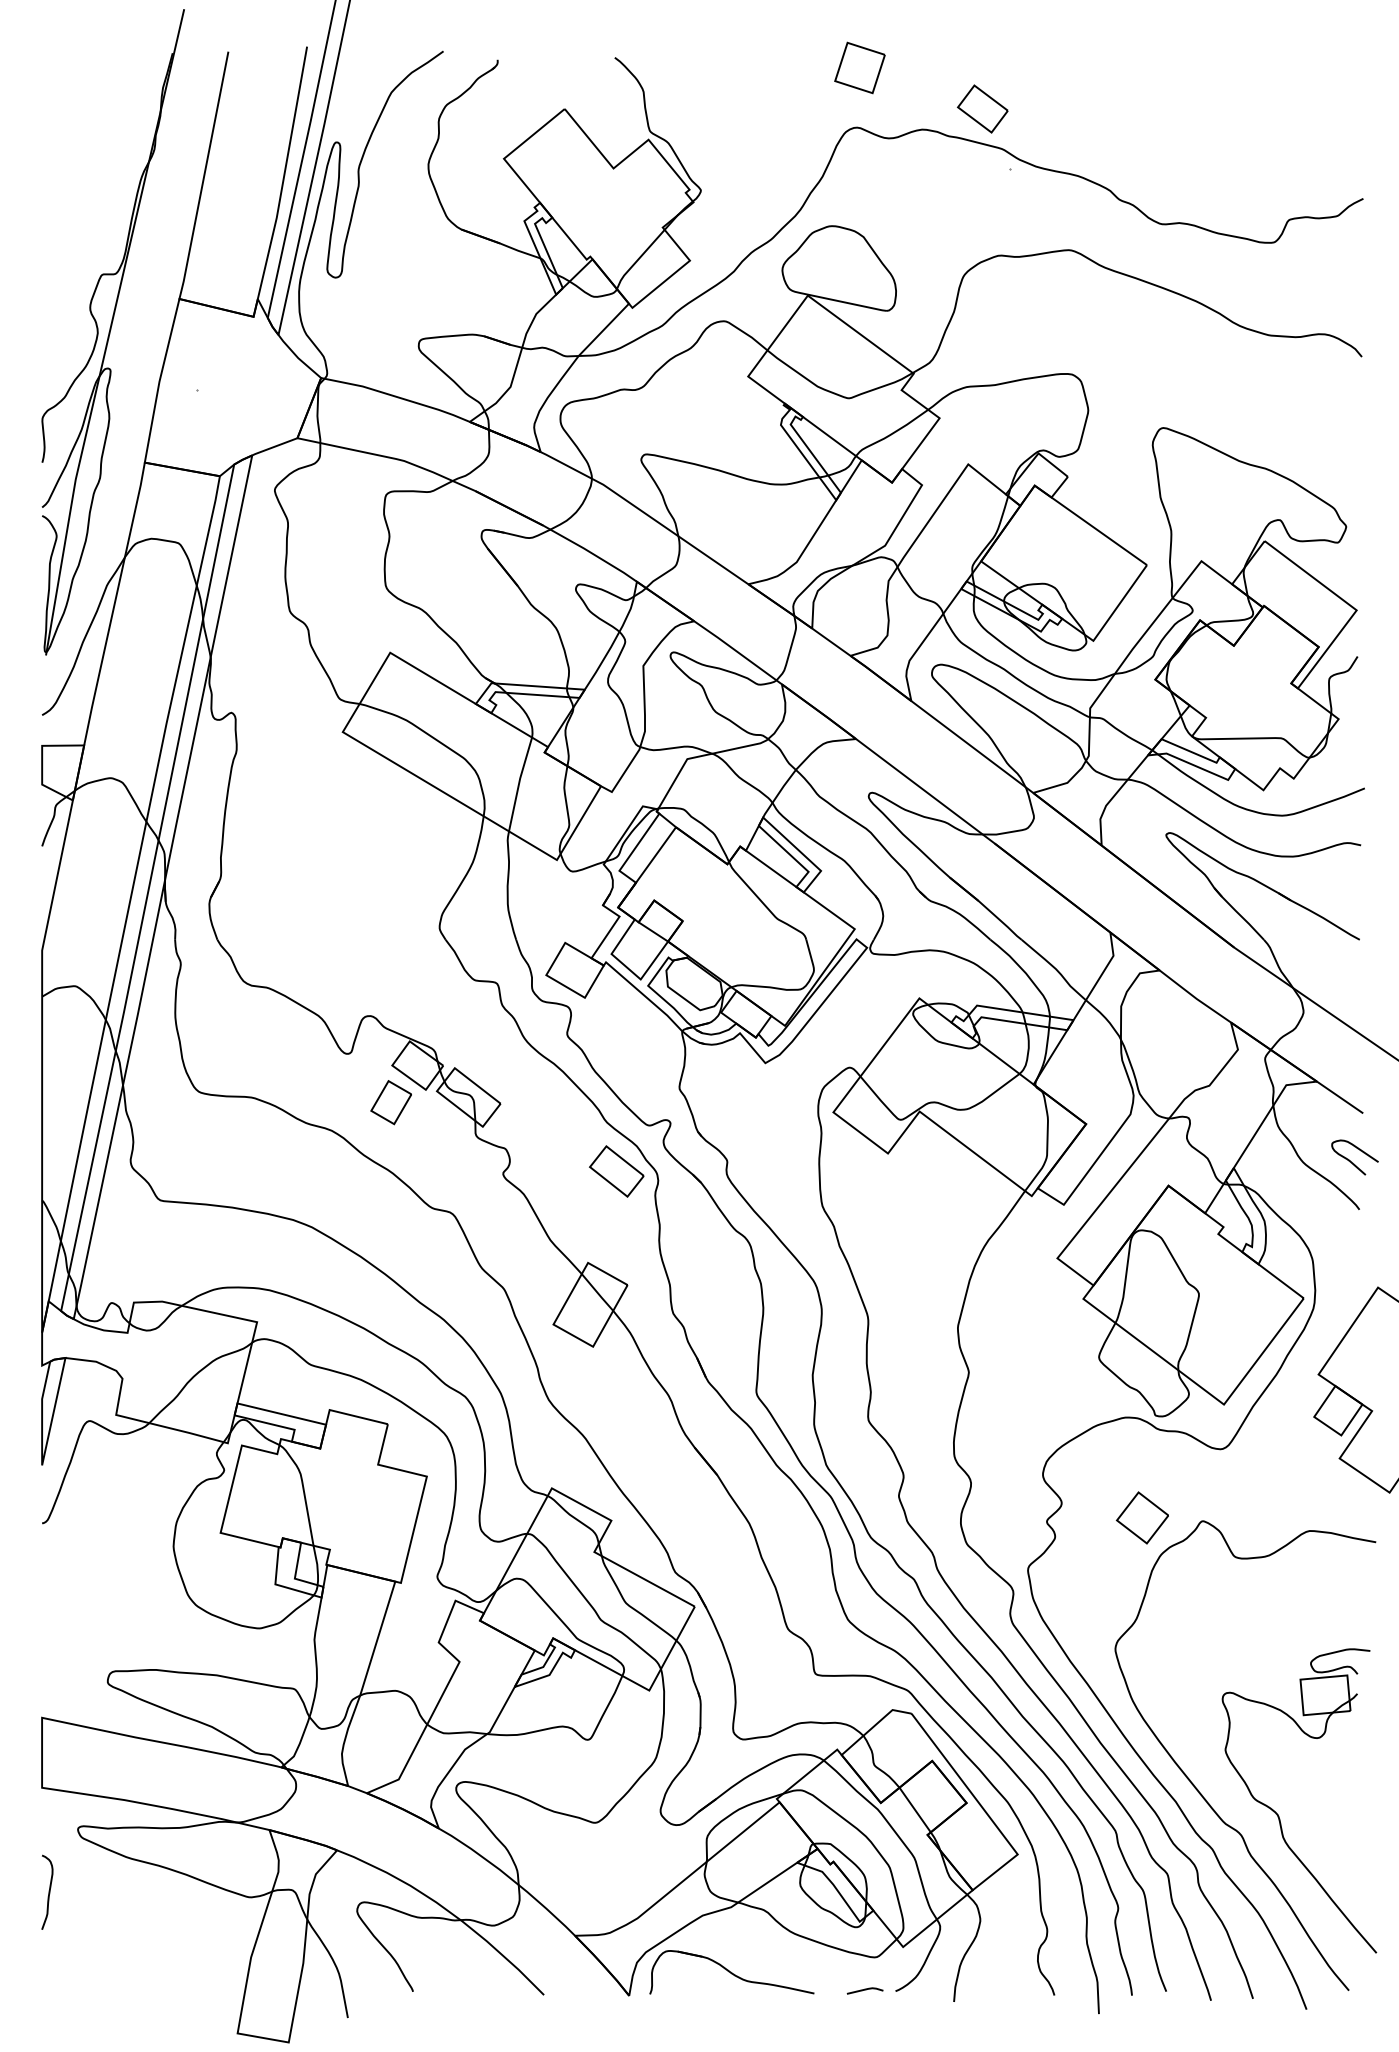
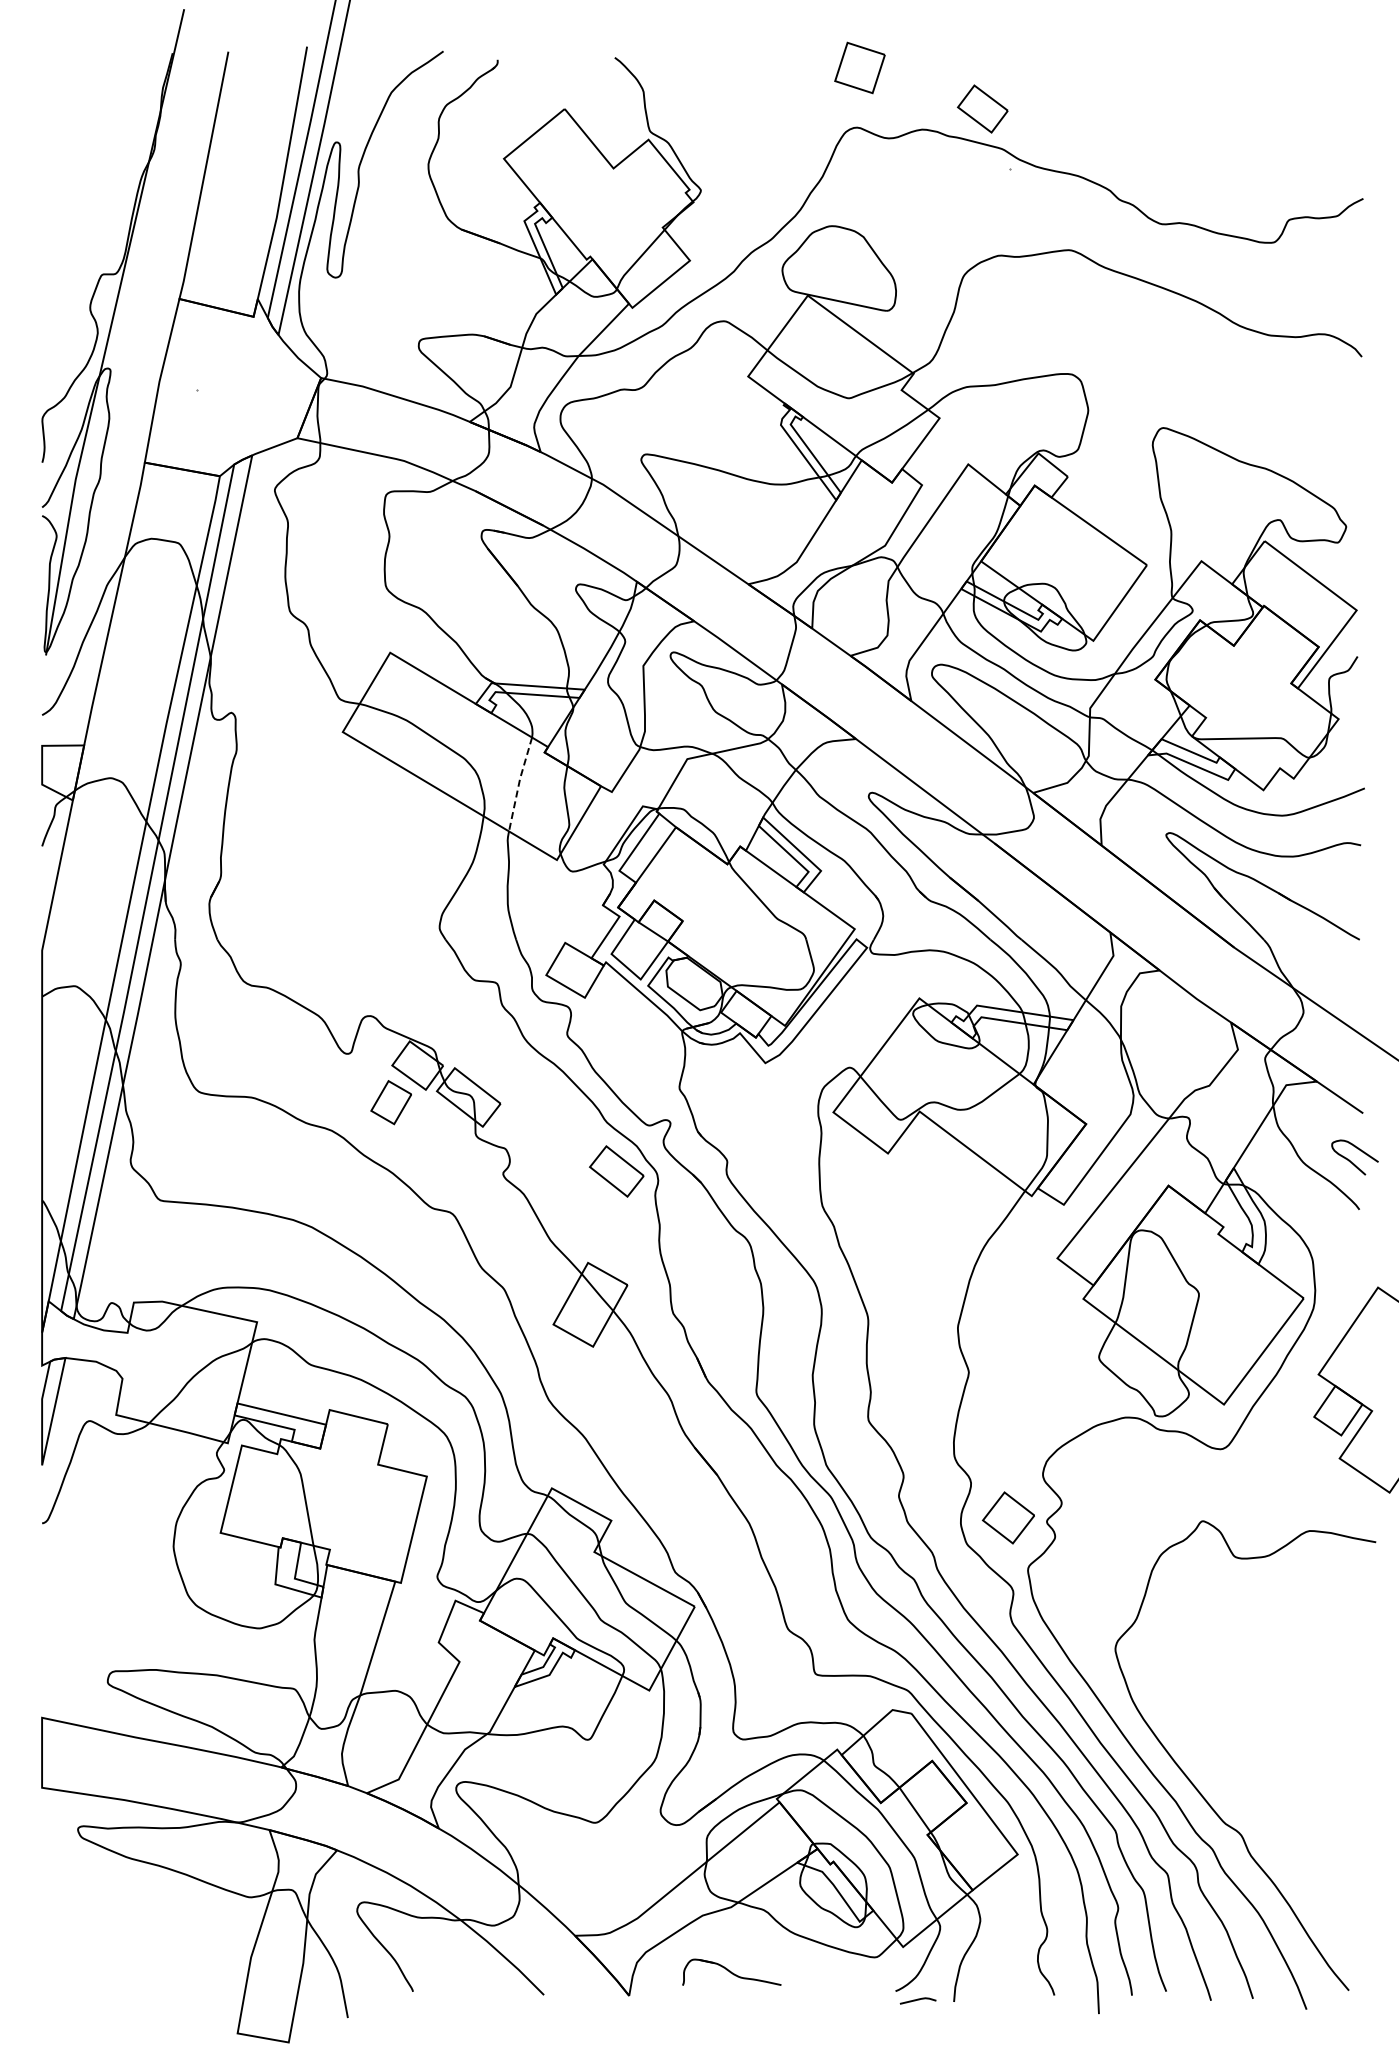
line at (518, 784): solid -> dashed
part at (1141, 1517) position: (1141, 1517) -> (1007, 1517)
part at (1278, 1814): present -> none
curve at (48, 1891): present -> none
part at (731, 1972) size: 166x45 px -> 100x28 px
line at (864, 1990) position: (864, 1990) -> (917, 2000)
